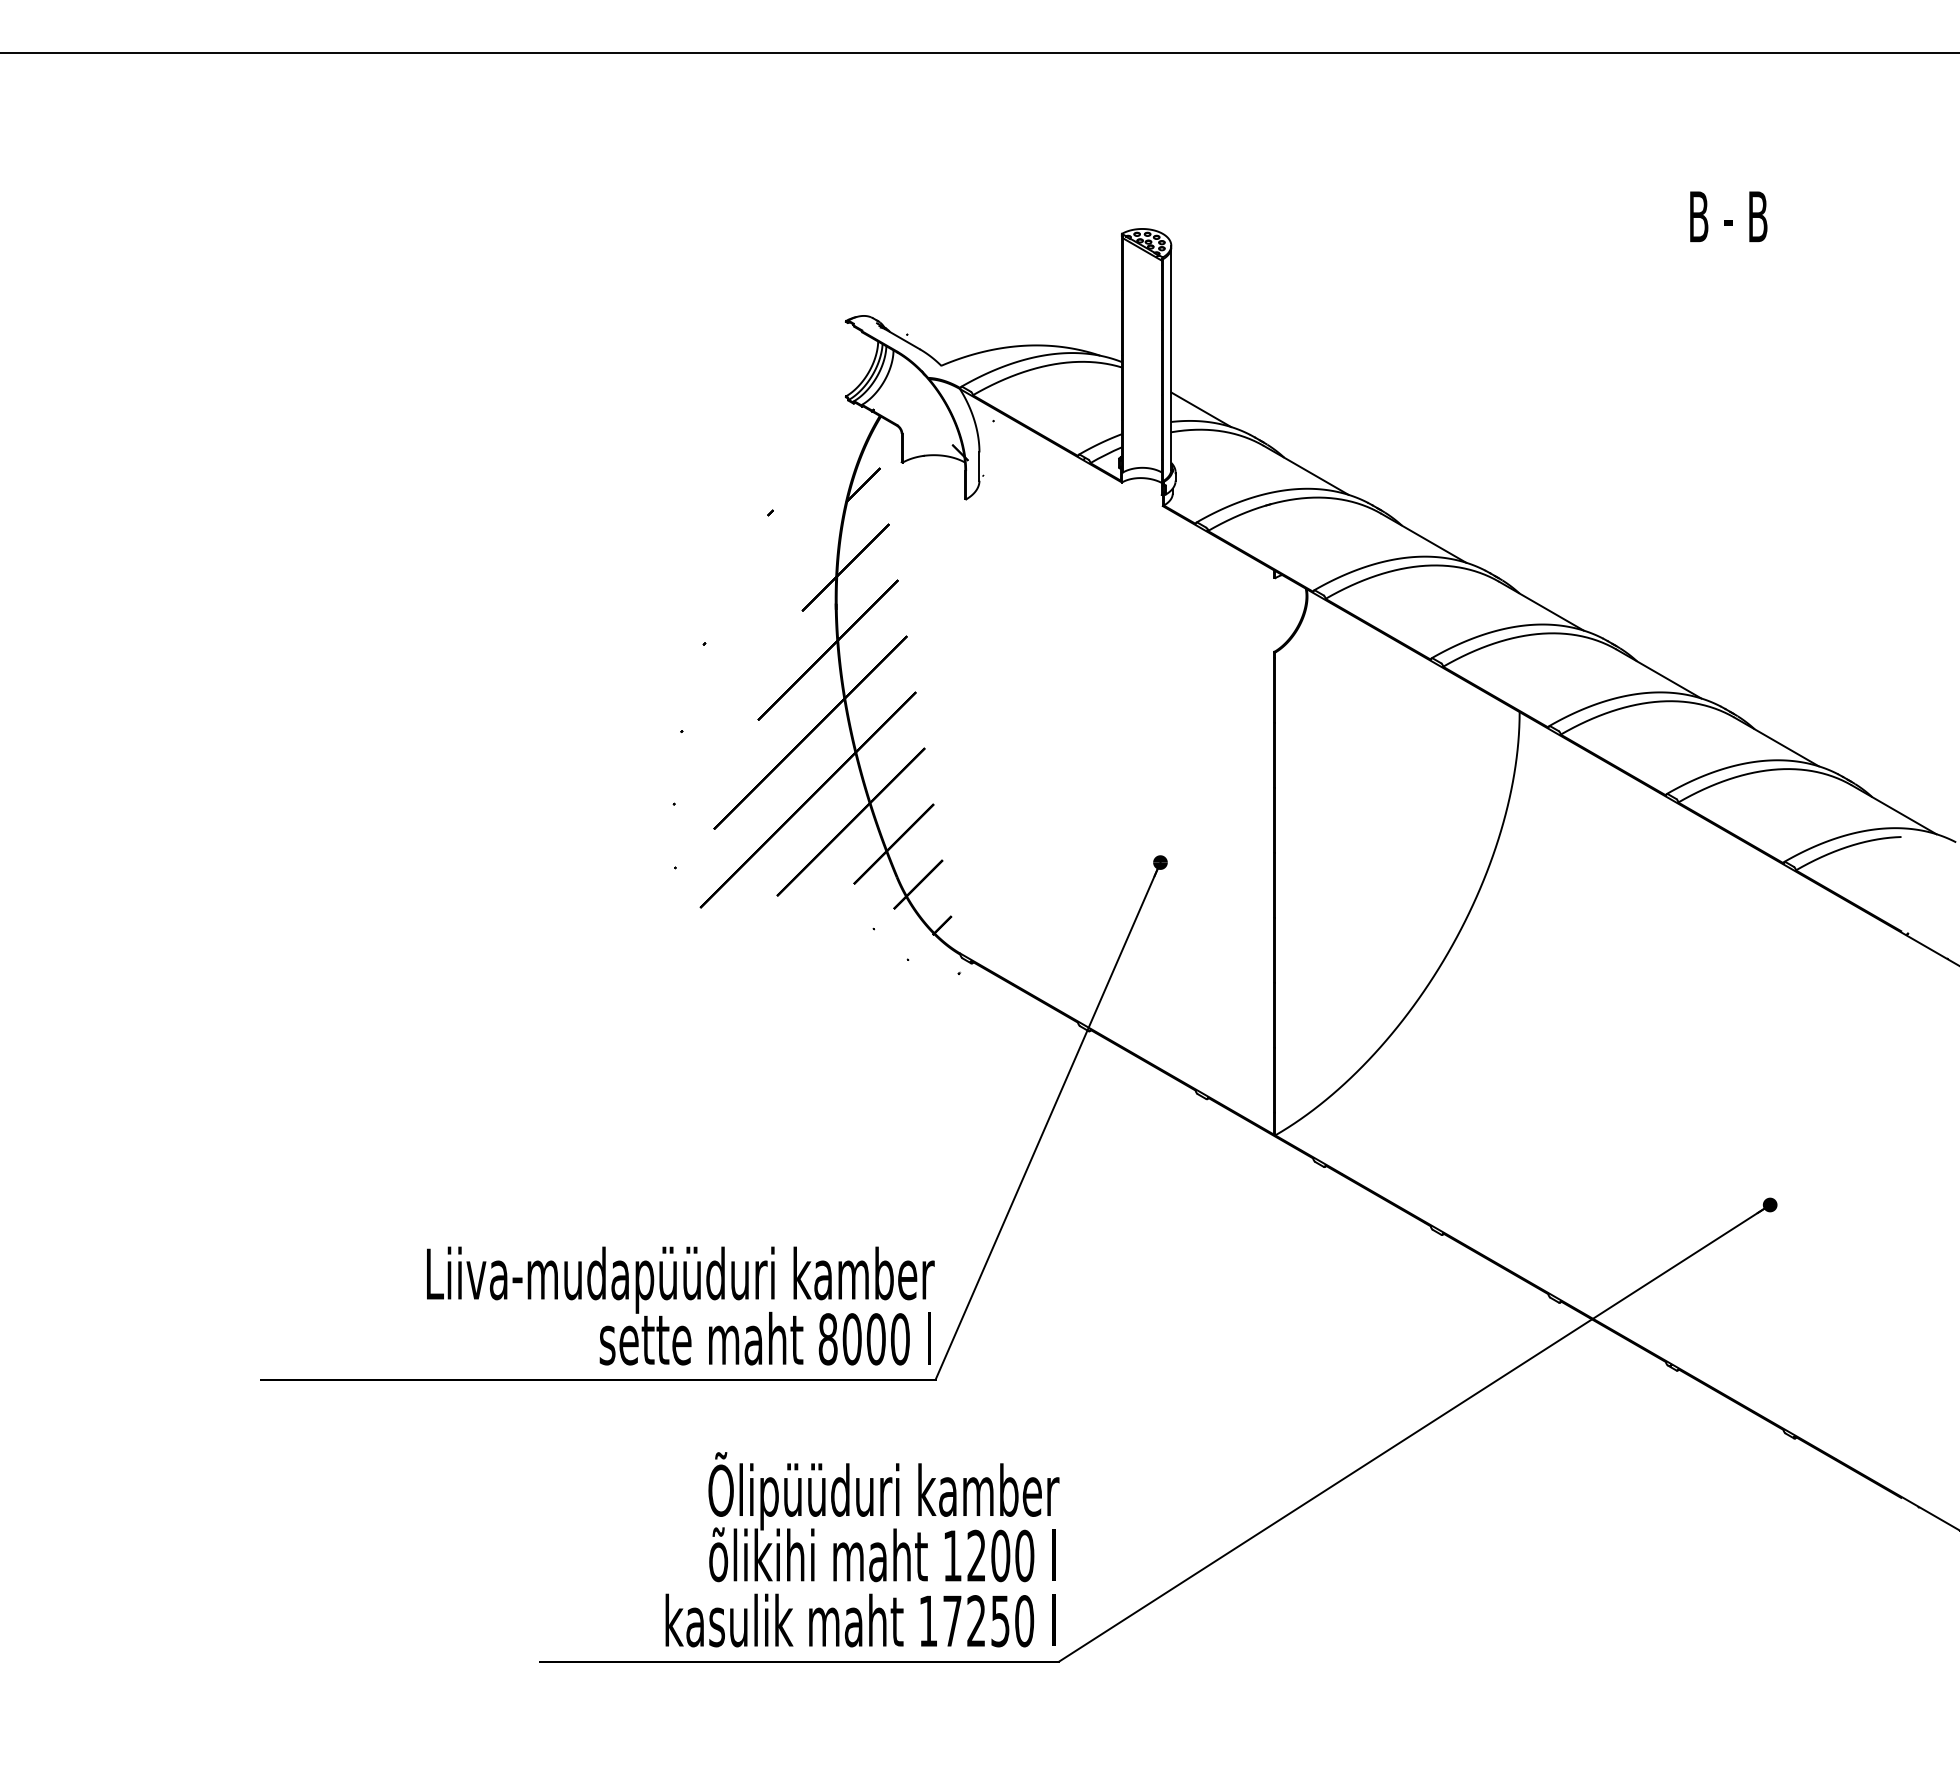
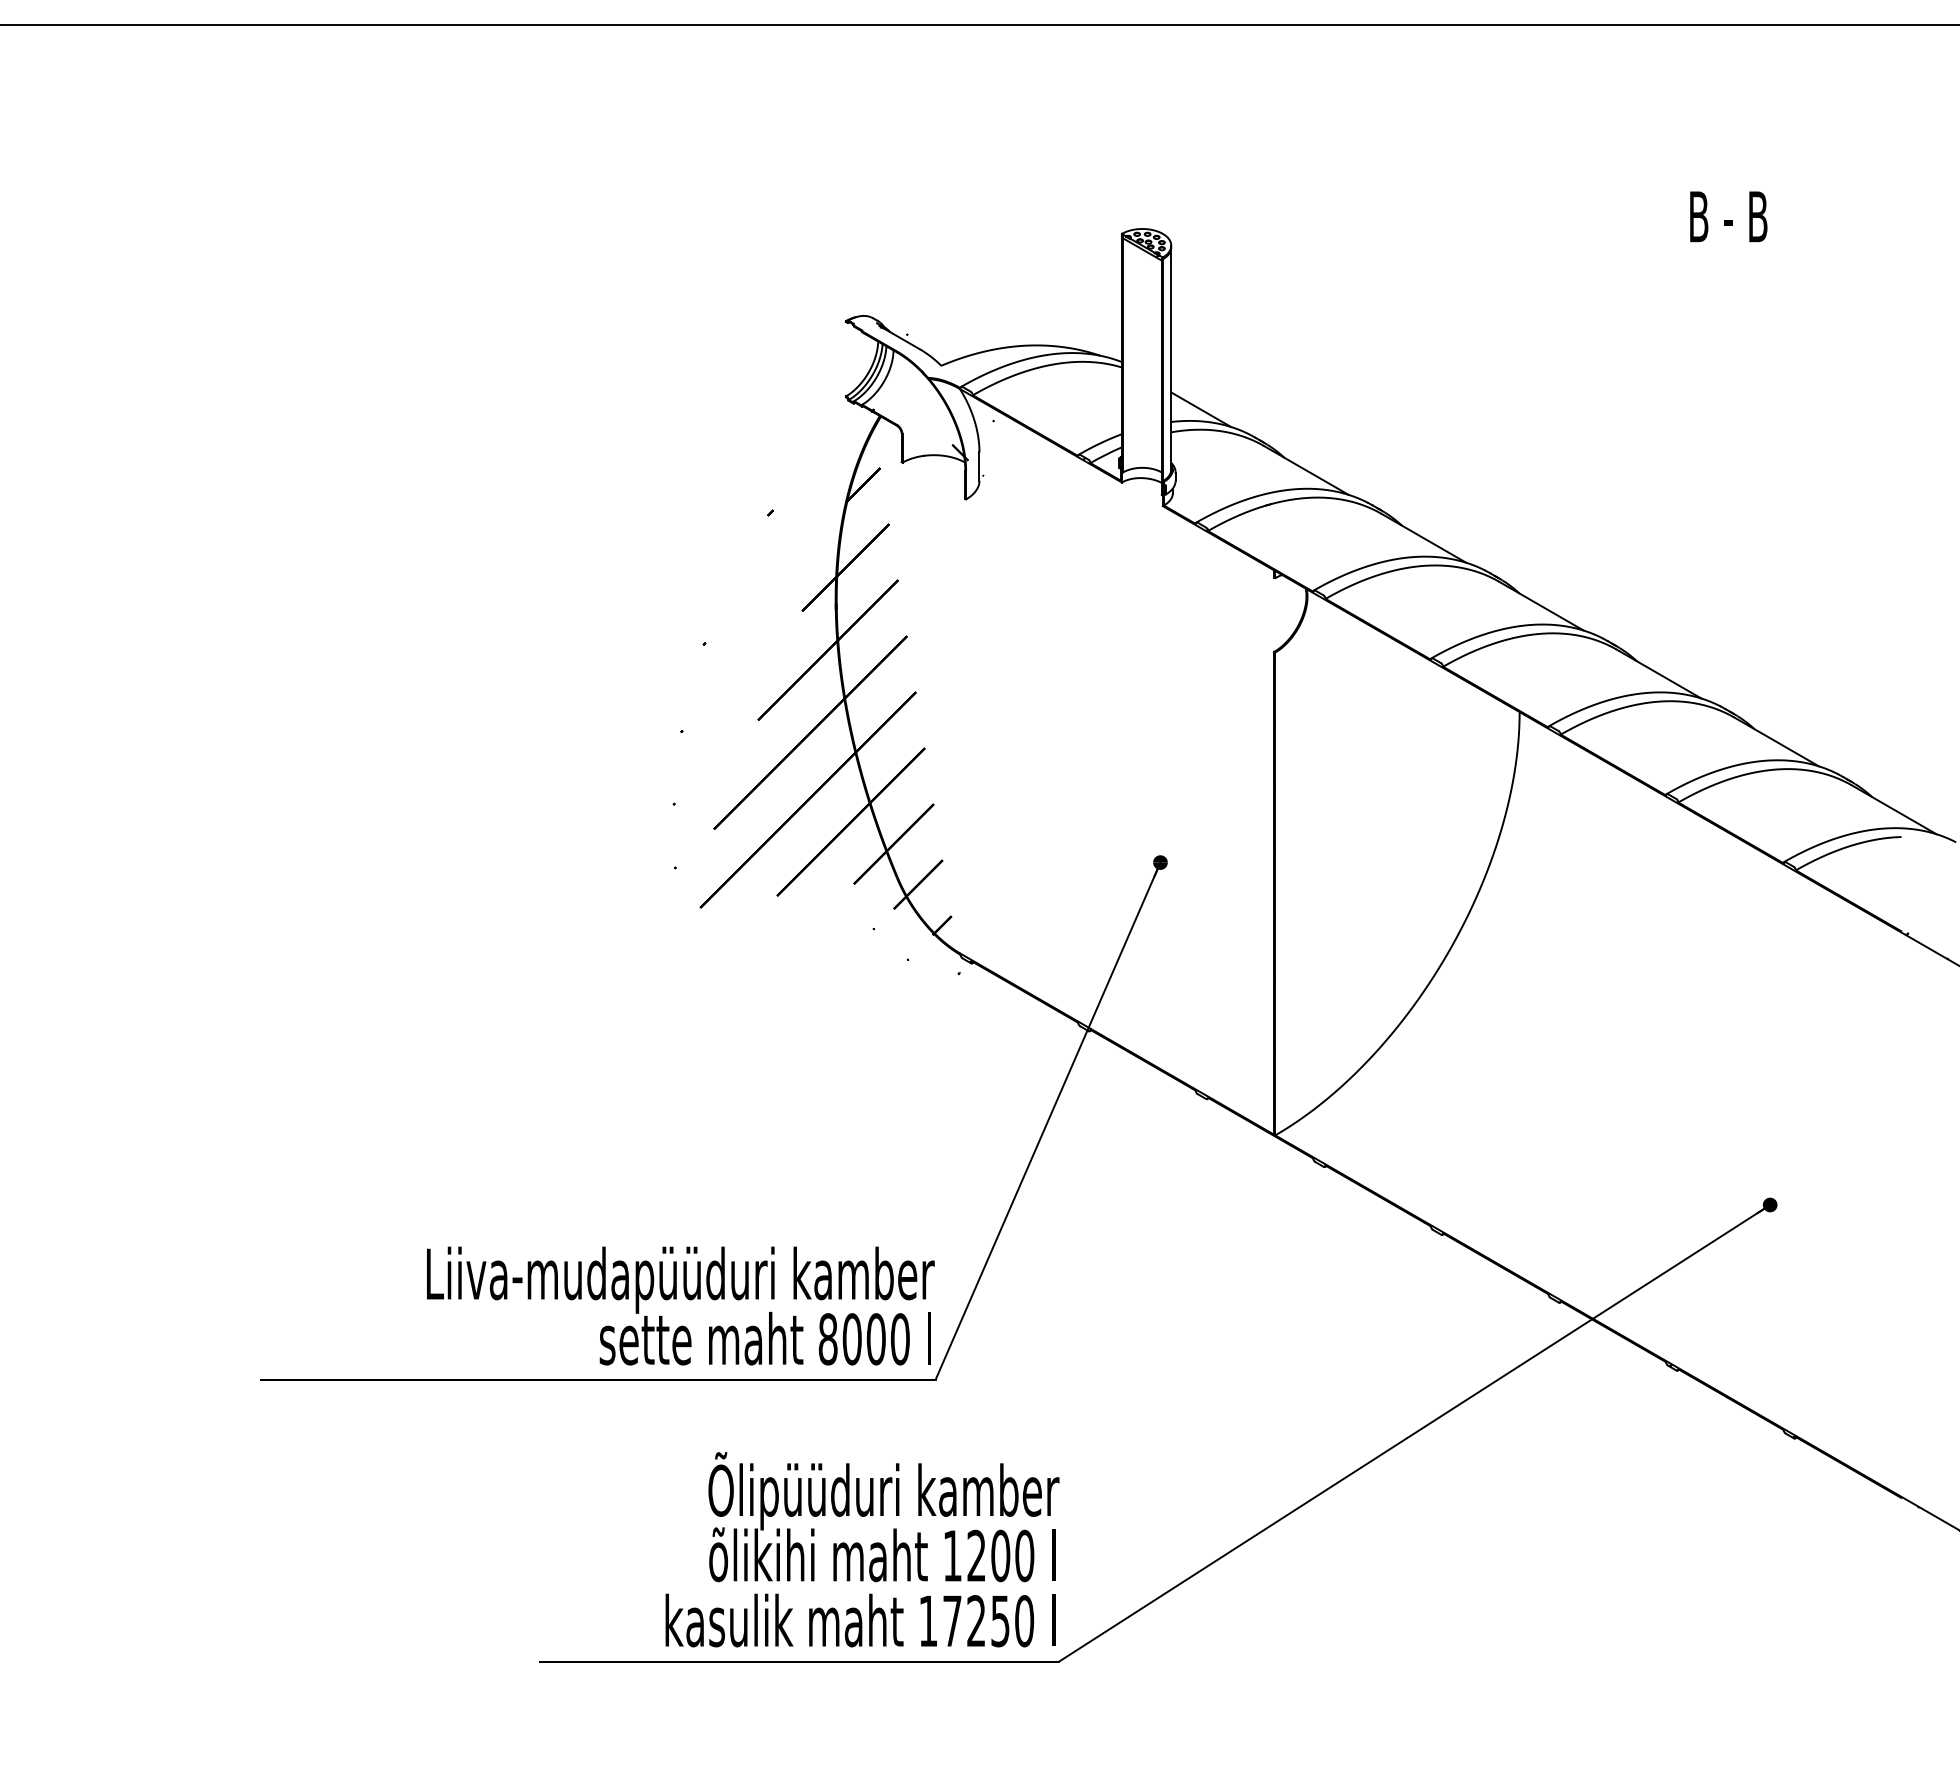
line at (979, 53) position: (979, 53) -> (979, 25)
